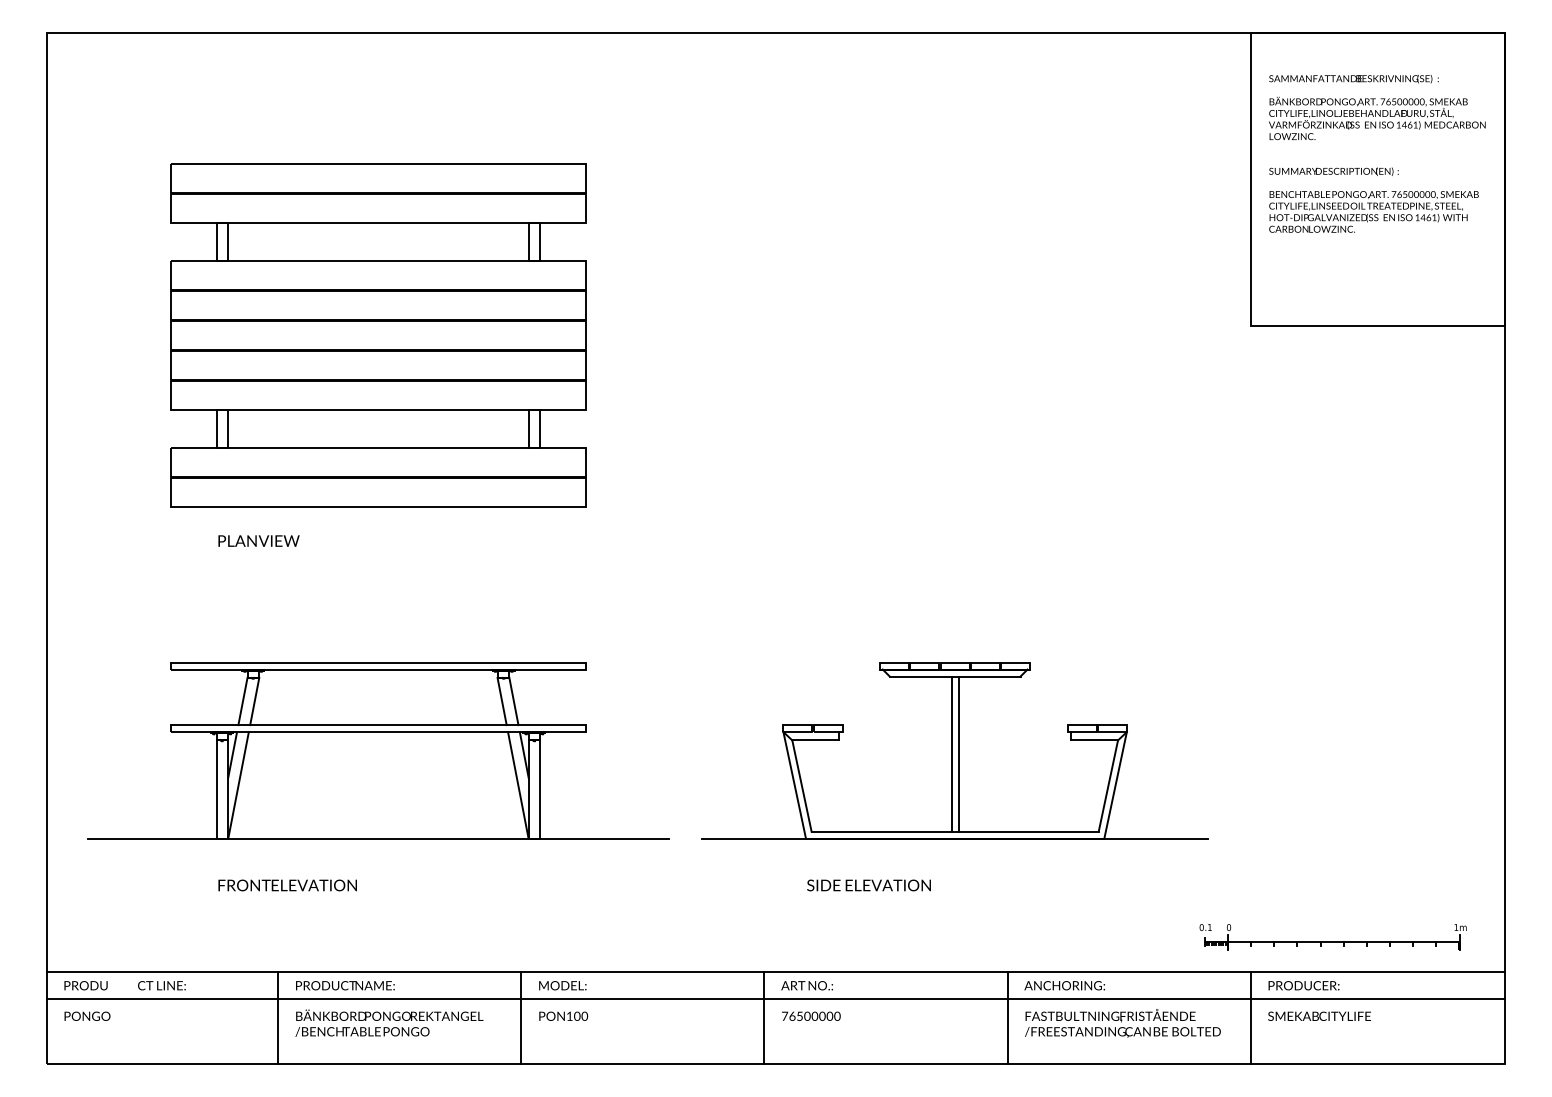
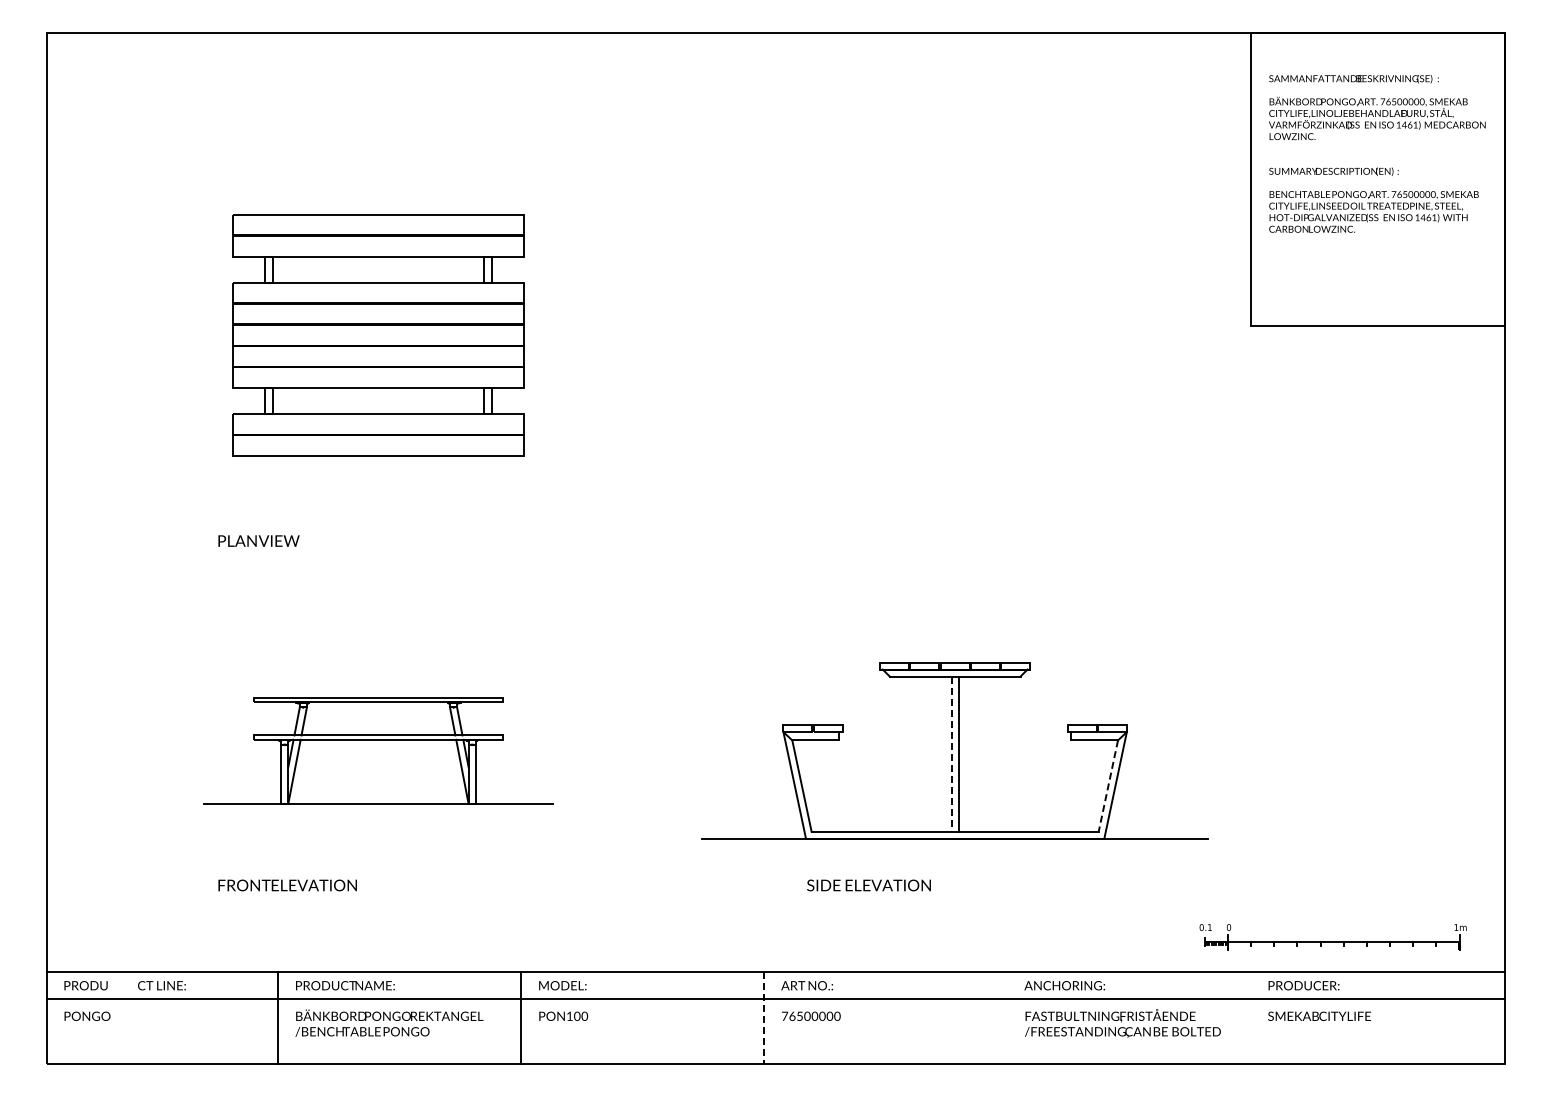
part at (378, 335) size: 417x345 px -> 293x243 px
part at (378, 750) size: 583x178 px -> 351x108 px
line at (951, 754): solid -> dashed
line at (1108, 786): solid -> dashed
line at (1007, 1017): present -> none
line at (1250, 1017): present -> none
line at (764, 1018): solid -> dashed
